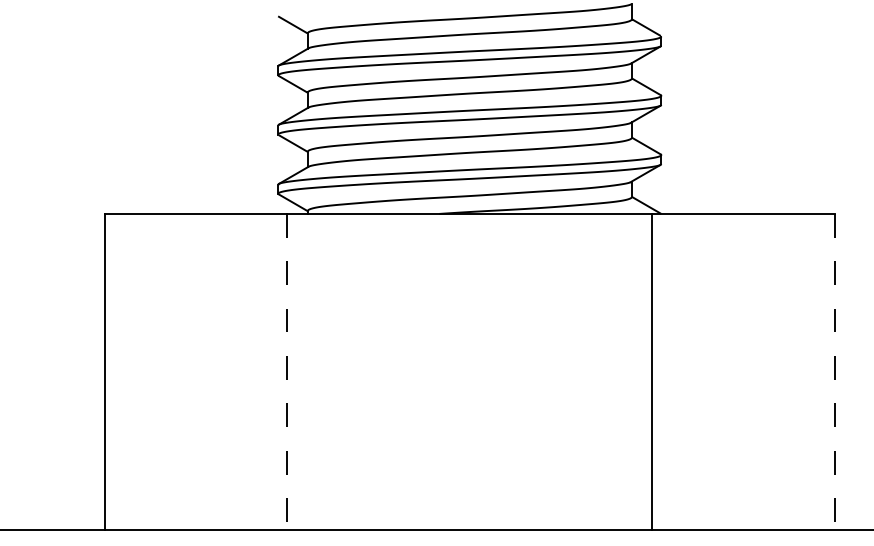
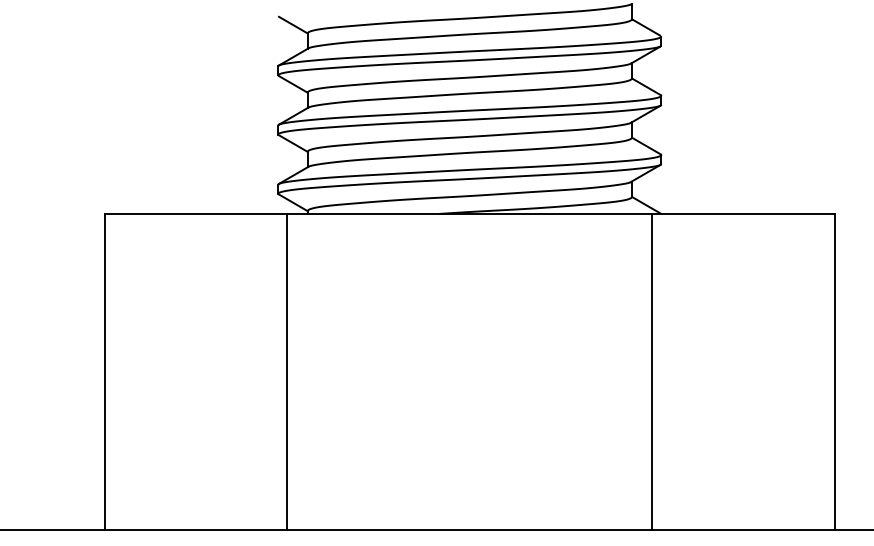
line at (287, 371): dashed -> solid
line at (834, 371): dashed -> solid
